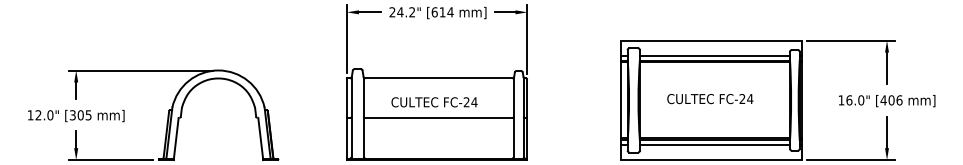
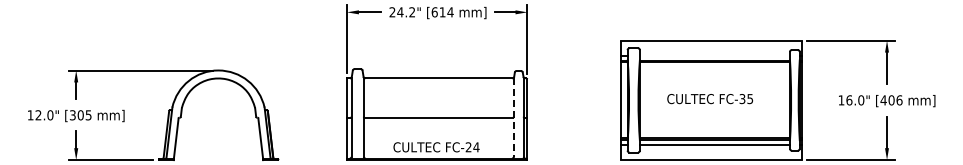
line at (714, 55): present -> none
text at (746, 99): FC-24 -> FC-35
text at (434, 102) position: (434, 102) -> (436, 147)
line at (513, 117): solid -> dashed
